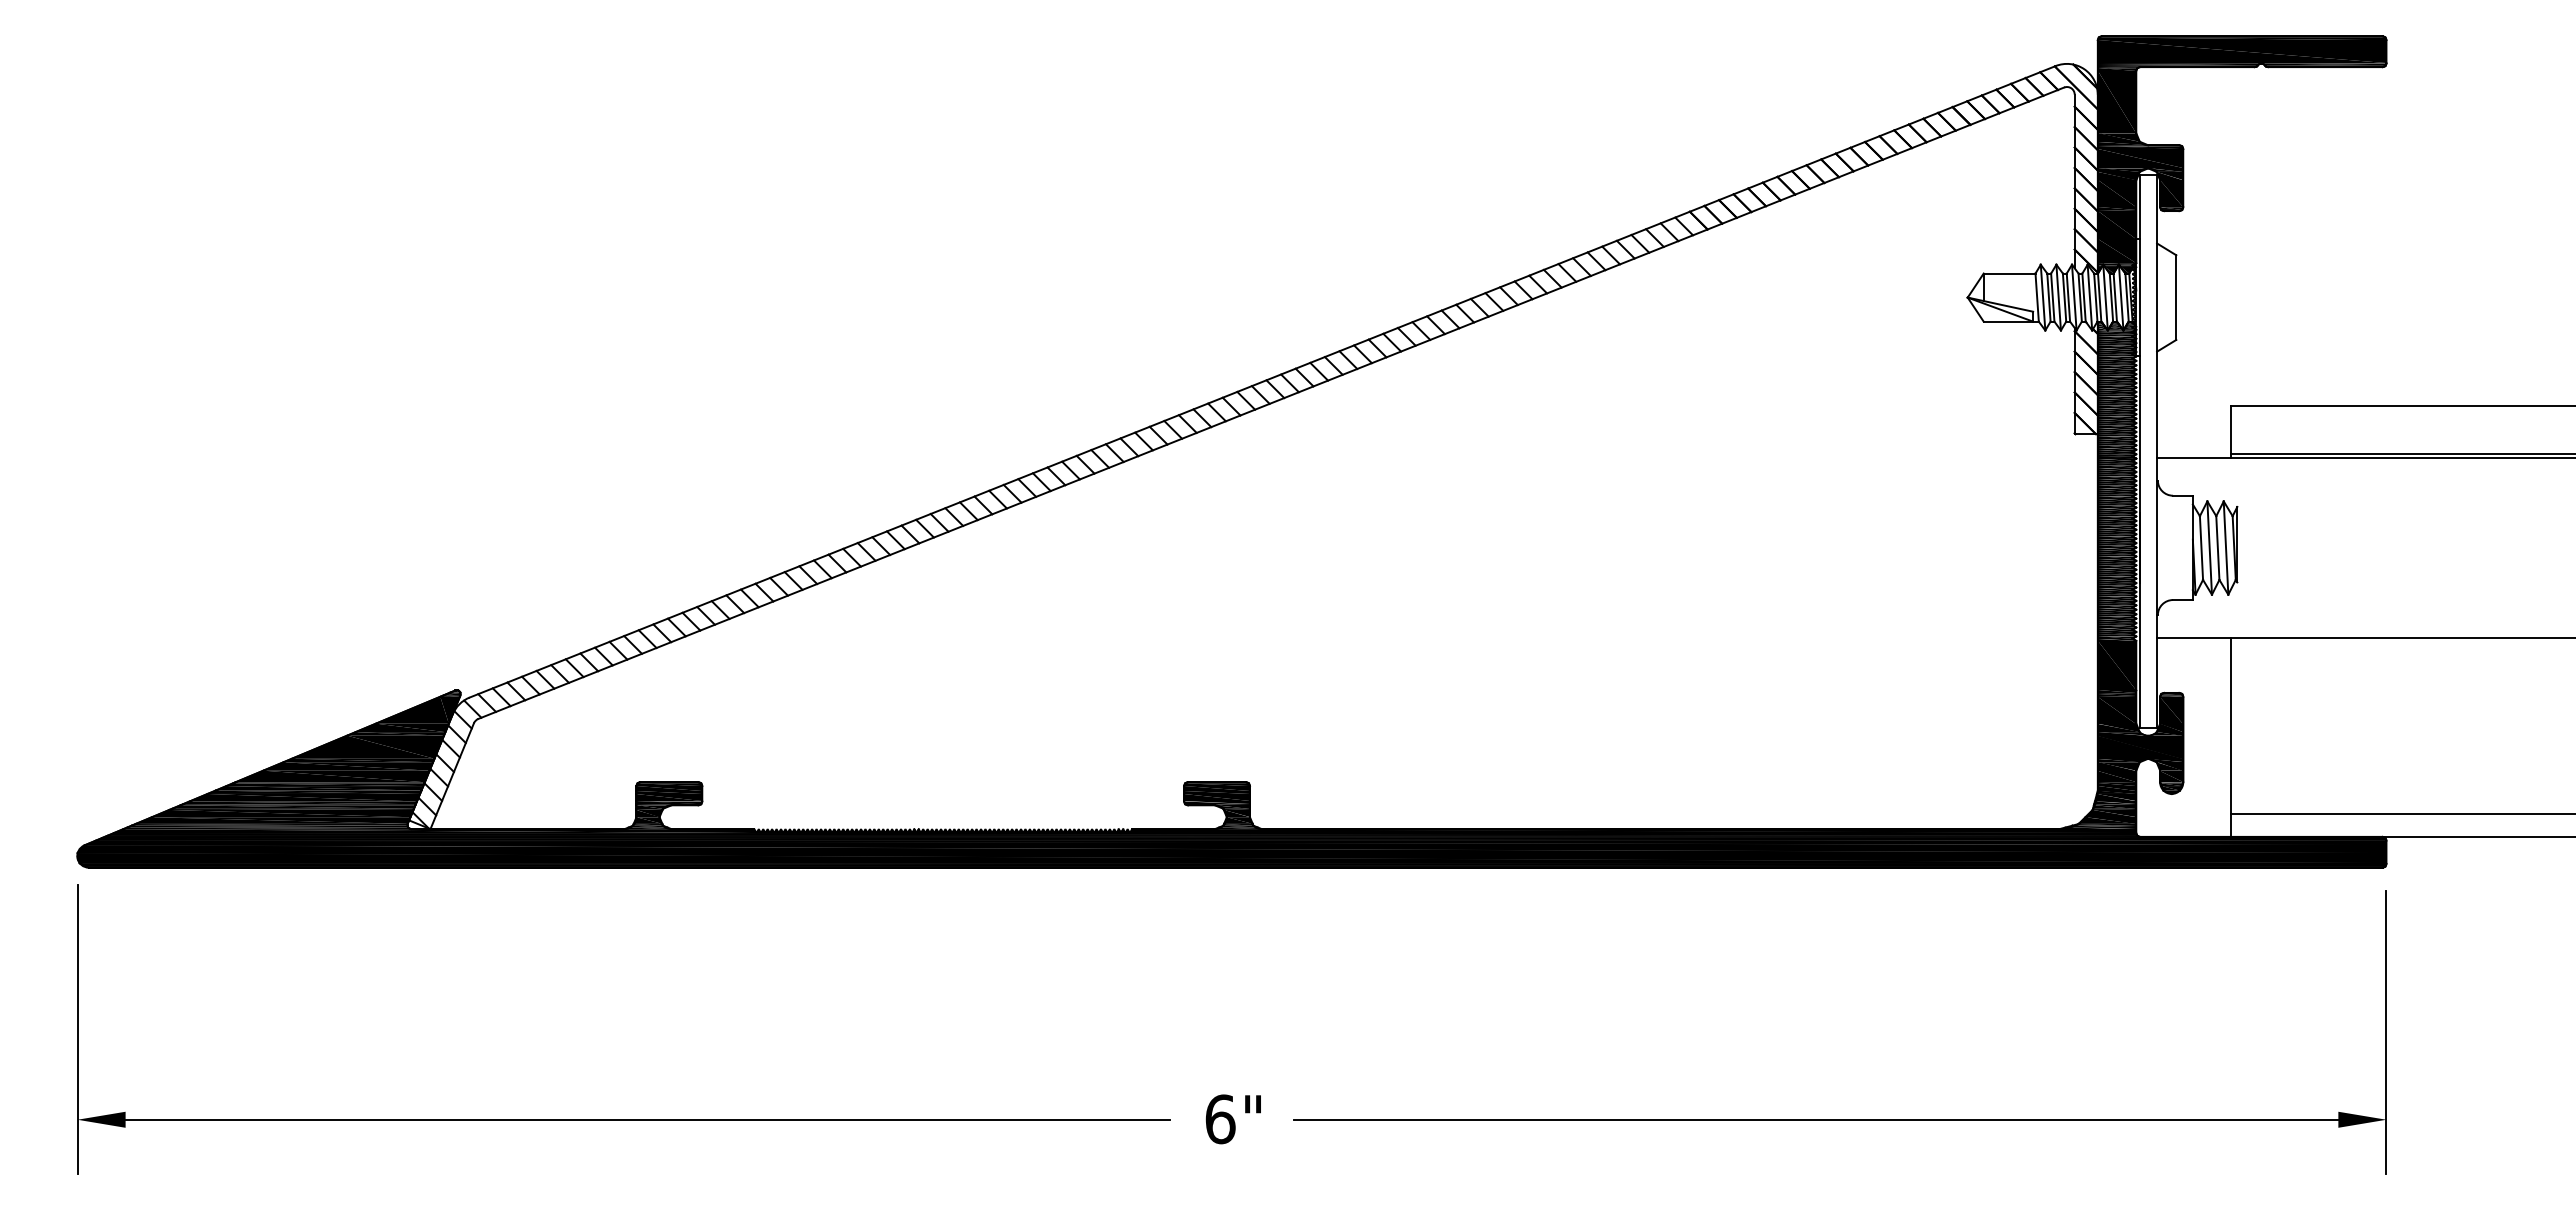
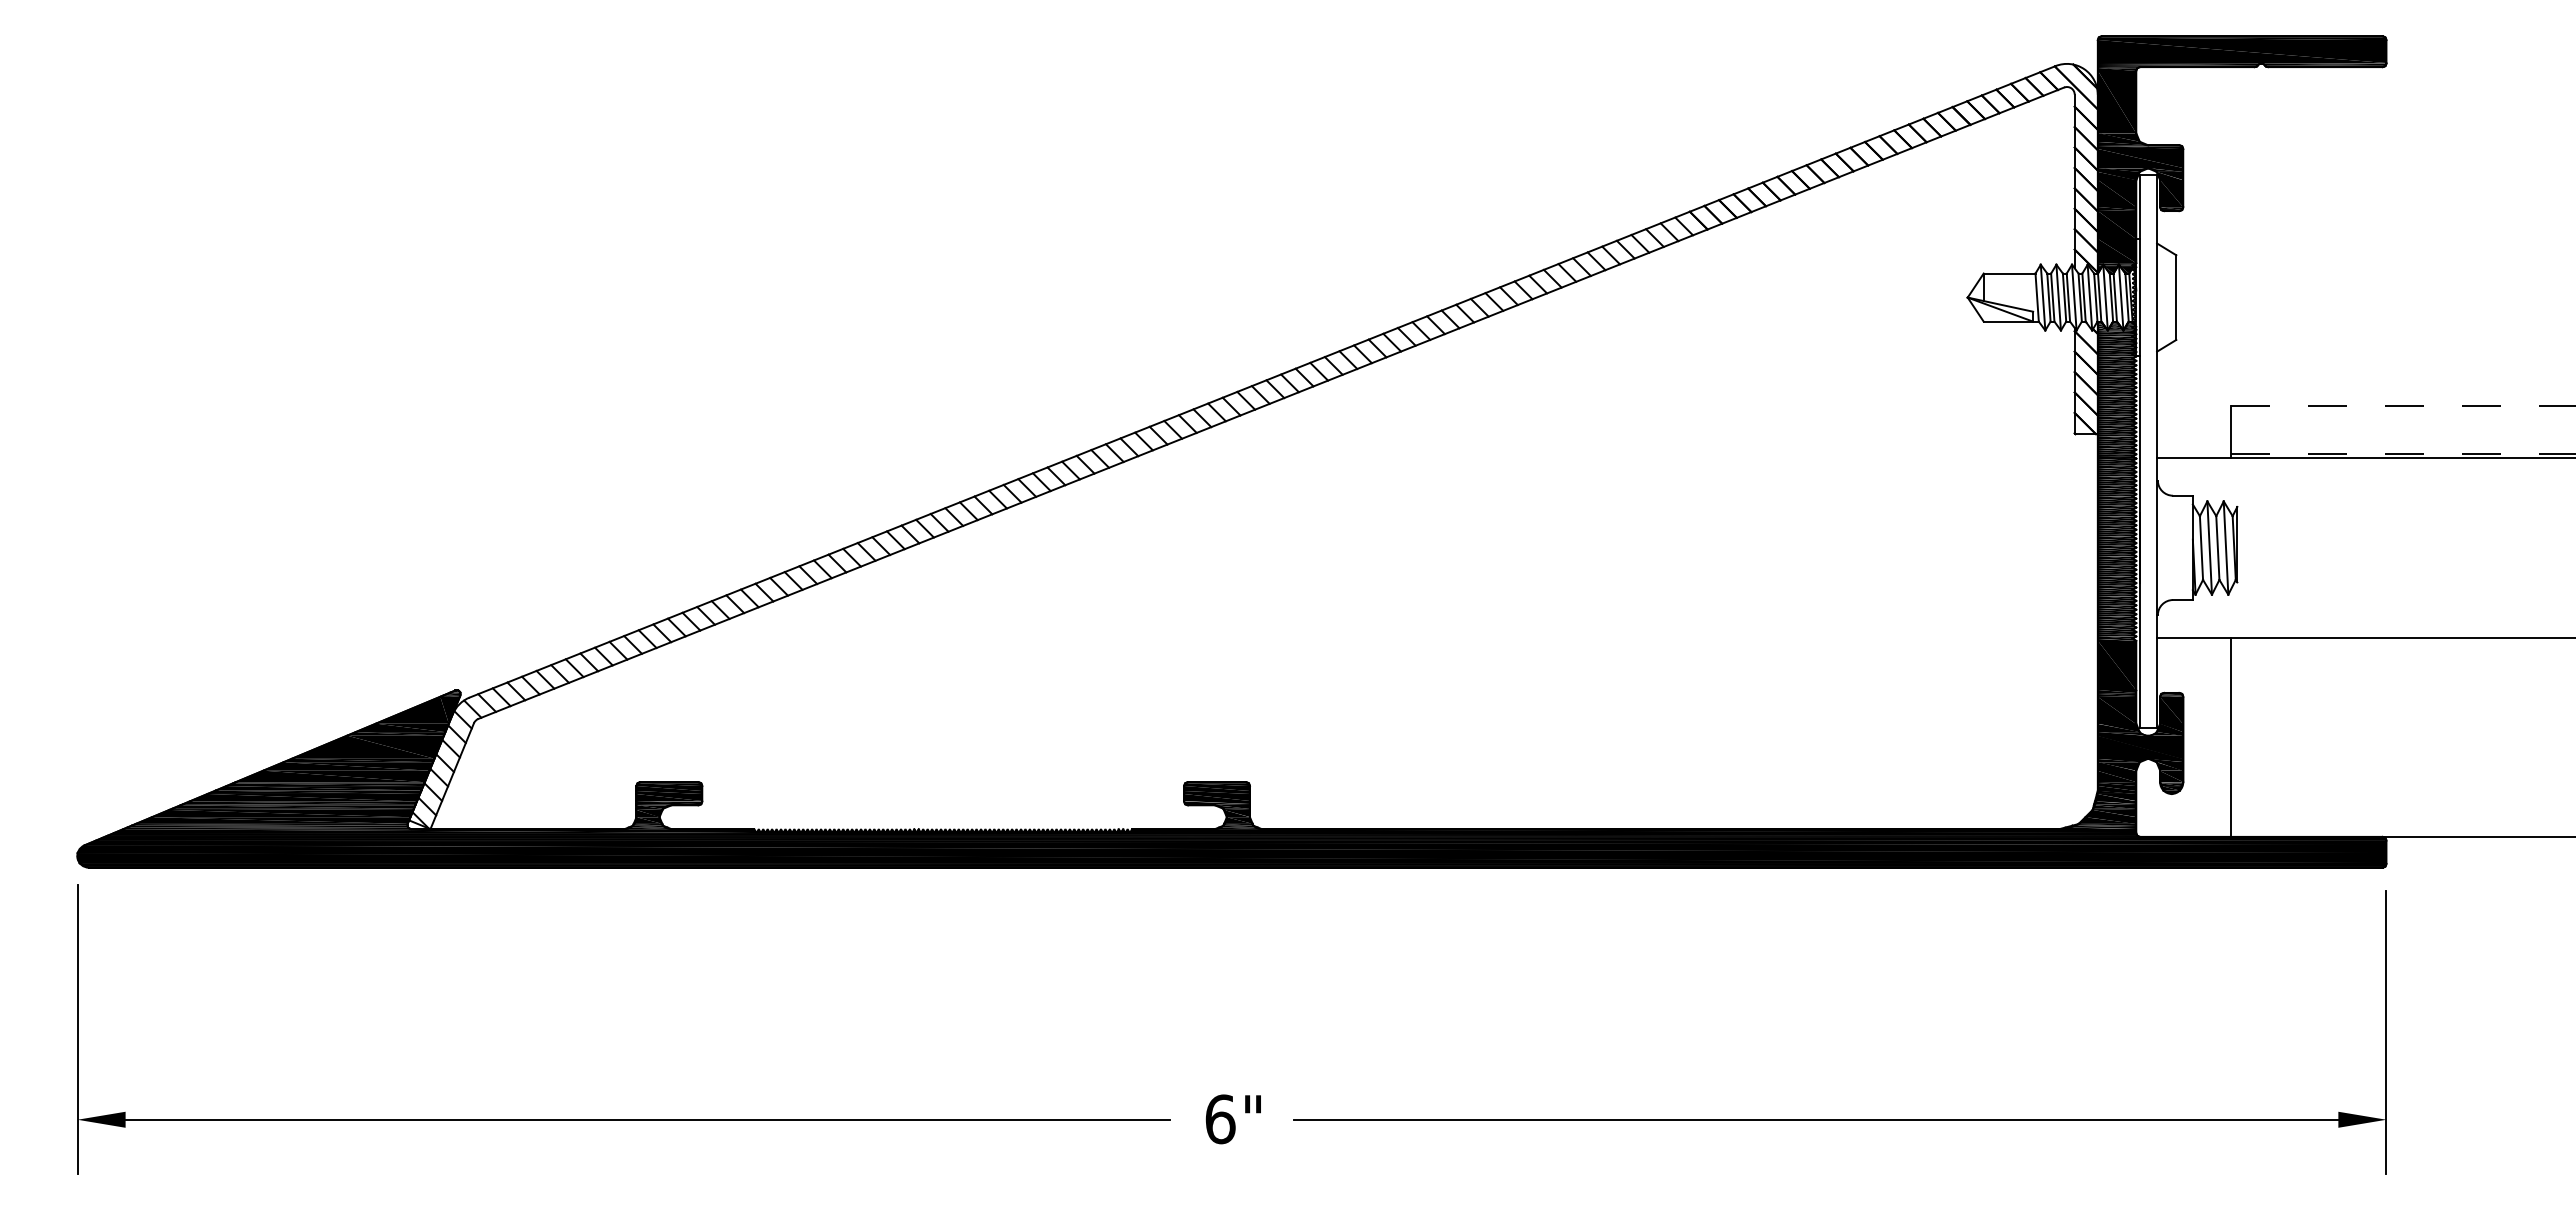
line at (2403, 405): solid -> dashed
line at (2403, 453): solid -> dashed
line at (2401, 813): present -> none
